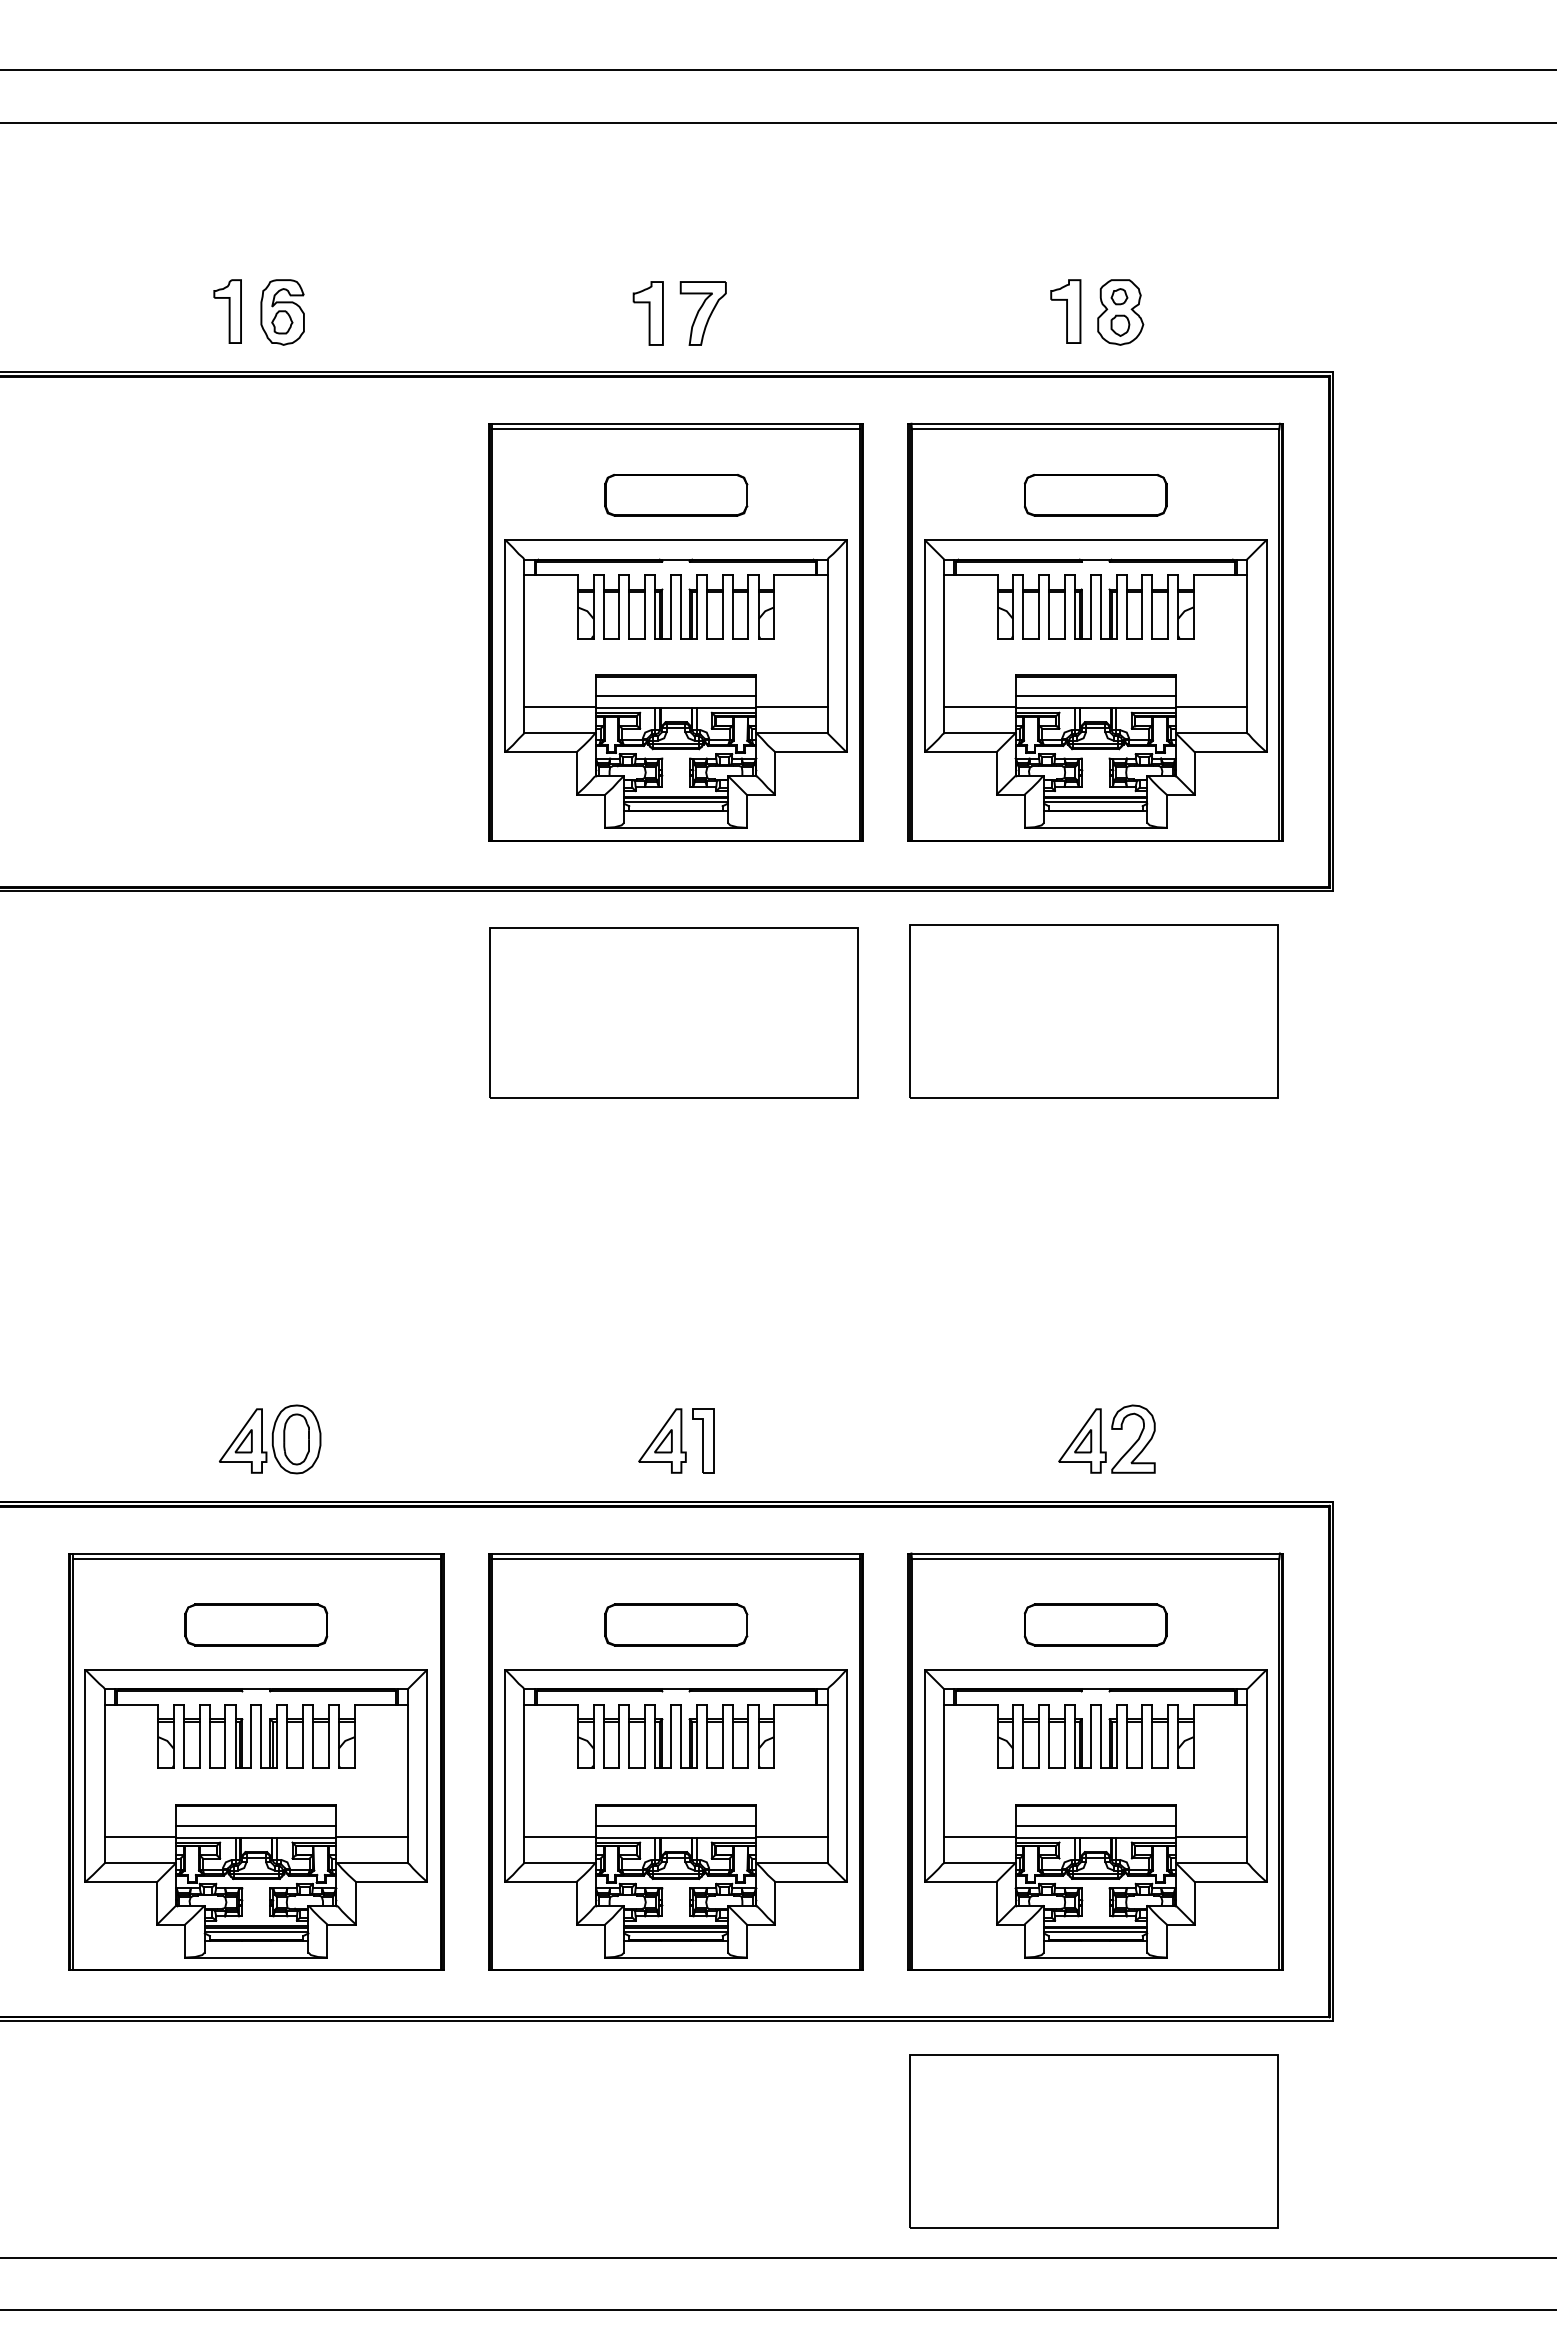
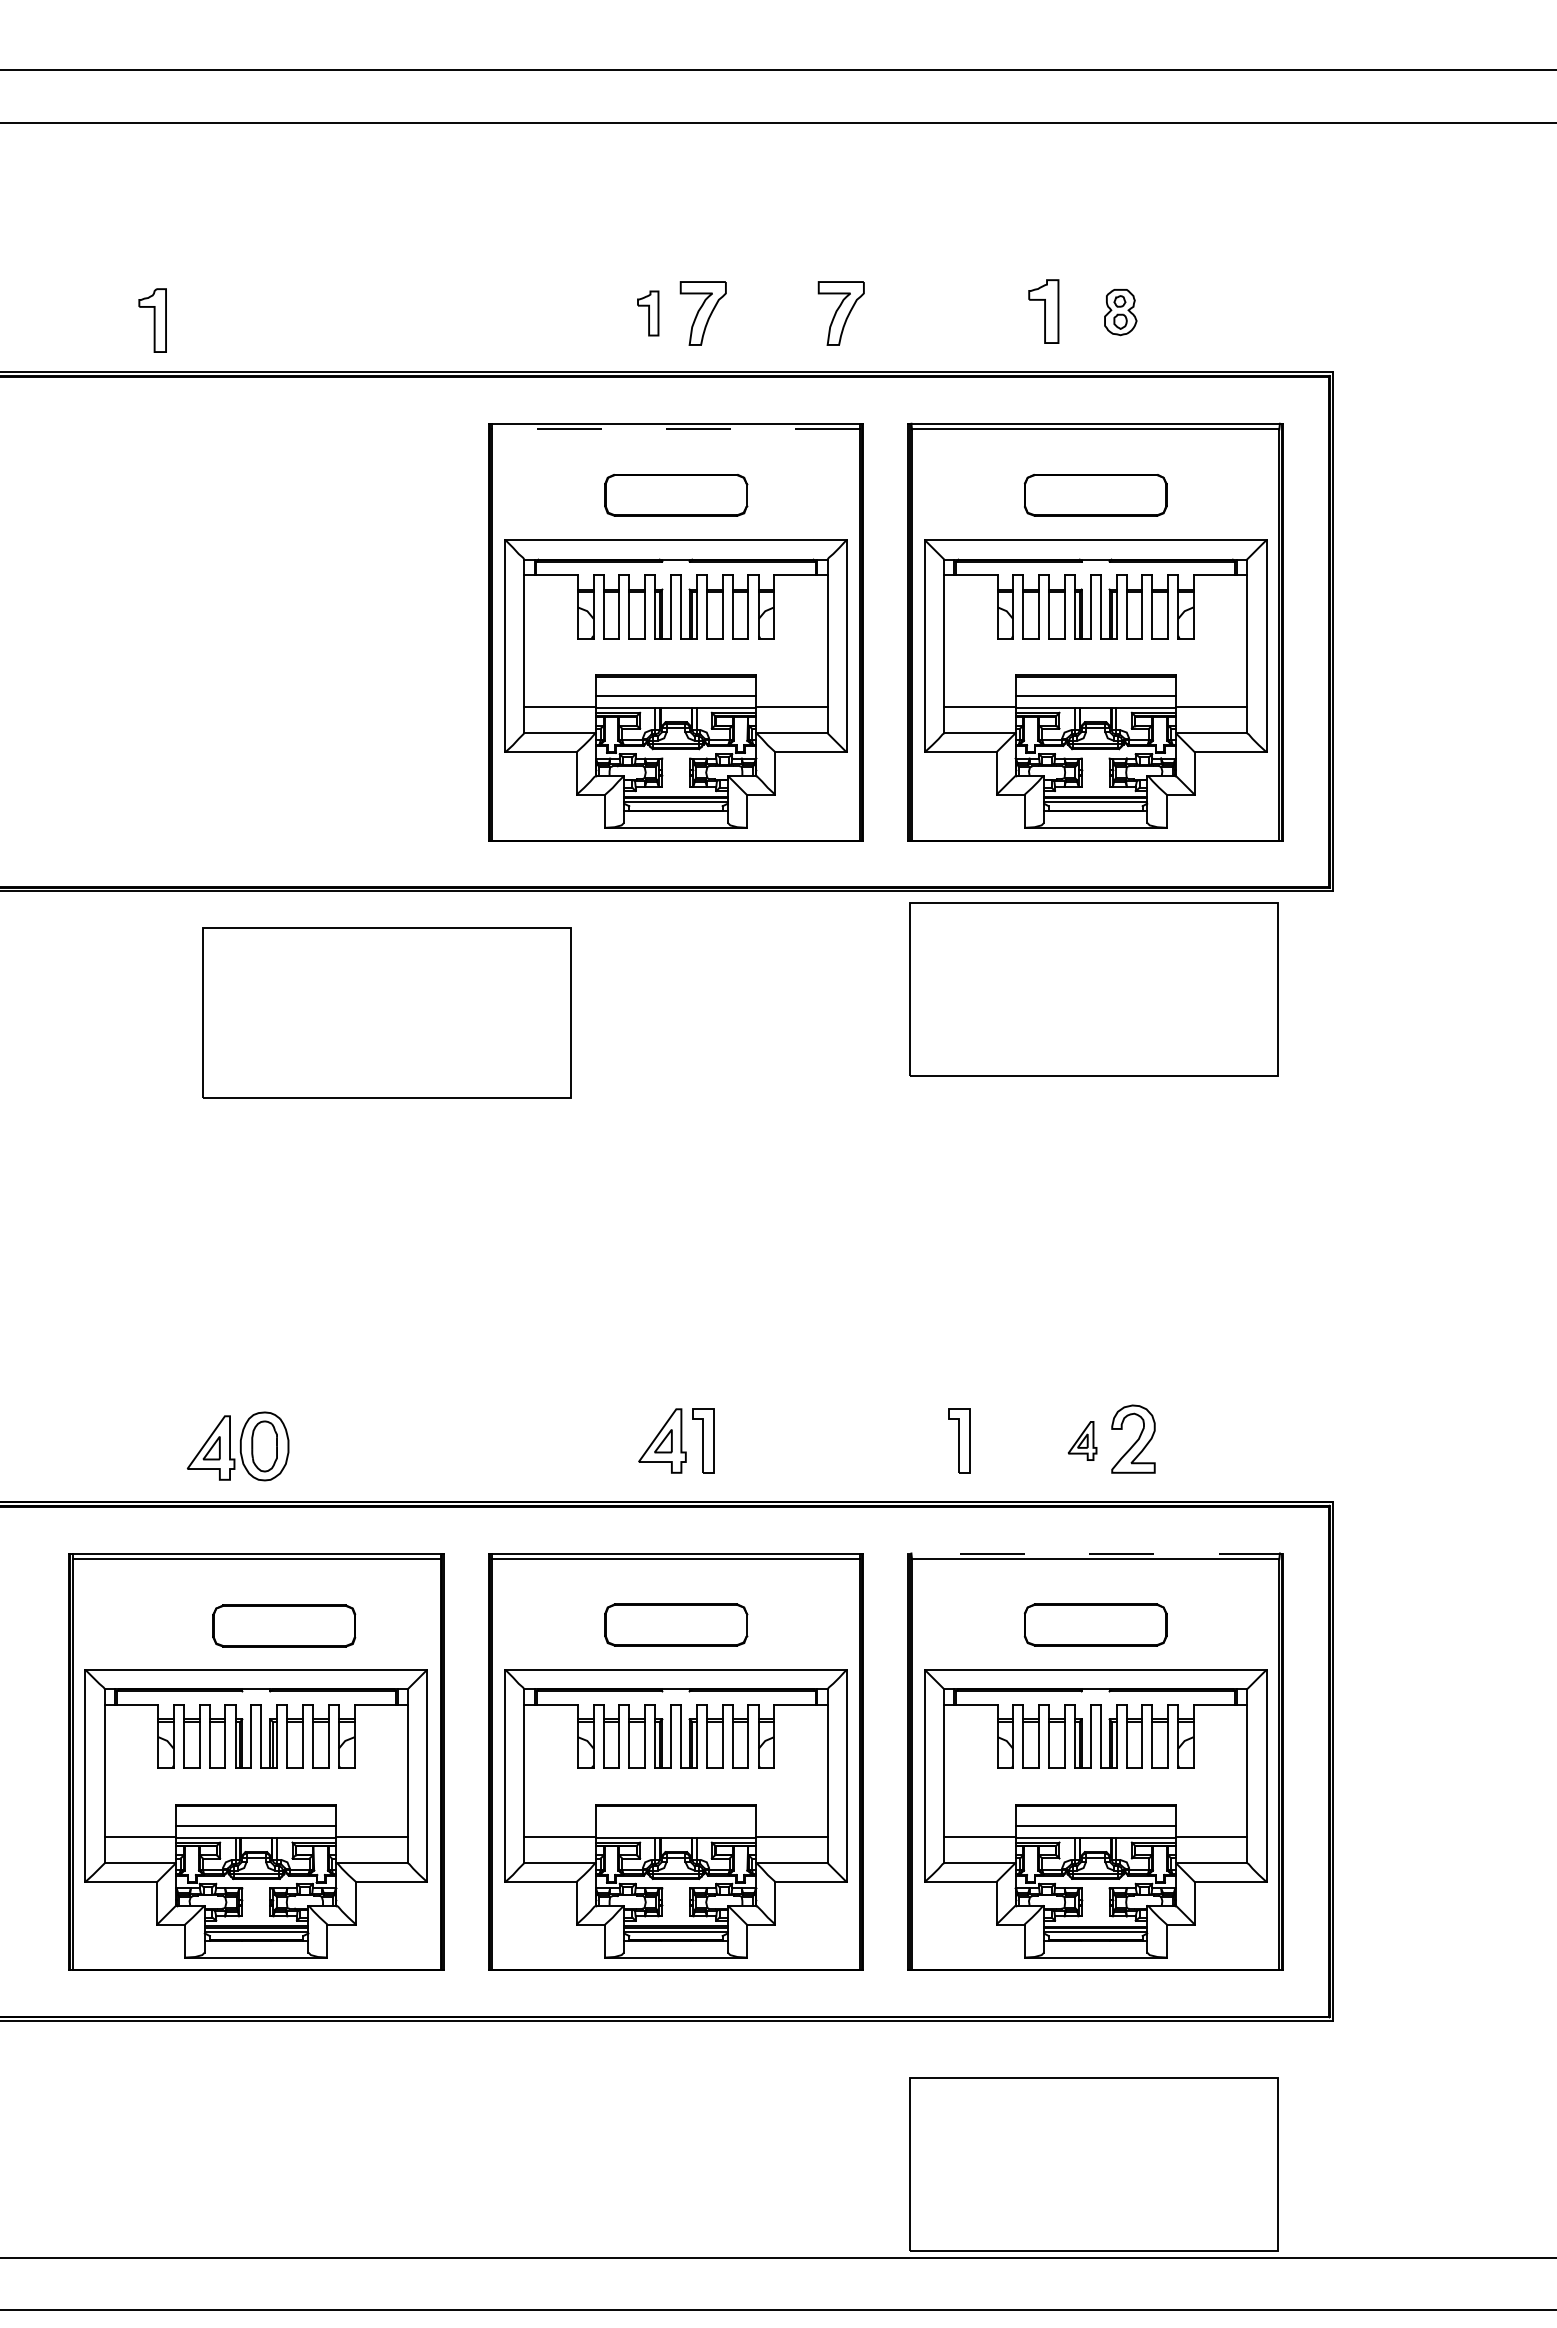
part at (227, 311) position: (227, 311) -> (152, 320)
part at (1065, 311) position: (1065, 311) -> (1043, 311)
part at (282, 312): present -> none
part at (1120, 312) size: 48x67 px -> 34x48 px
part at (647, 313) size: 32x65 px -> 23x47 px
part at (840, 313): none -> present
line at (675, 429): solid -> dashed
part at (1093, 1011) position: (1093, 1011) -> (1093, 989)
part at (673, 1012) position: (673, 1012) -> (386, 1012)
part at (270, 1439) position: (270, 1439) -> (238, 1446)
part at (959, 1440): none -> present
part at (1082, 1440) size: 49x66 px -> 31x40 px
line at (1095, 1553): solid -> dashed
part at (256, 1624) position: (256, 1624) -> (284, 1625)
line at (676, 1826): present -> none
part at (1093, 2141) position: (1093, 2141) -> (1093, 2164)
